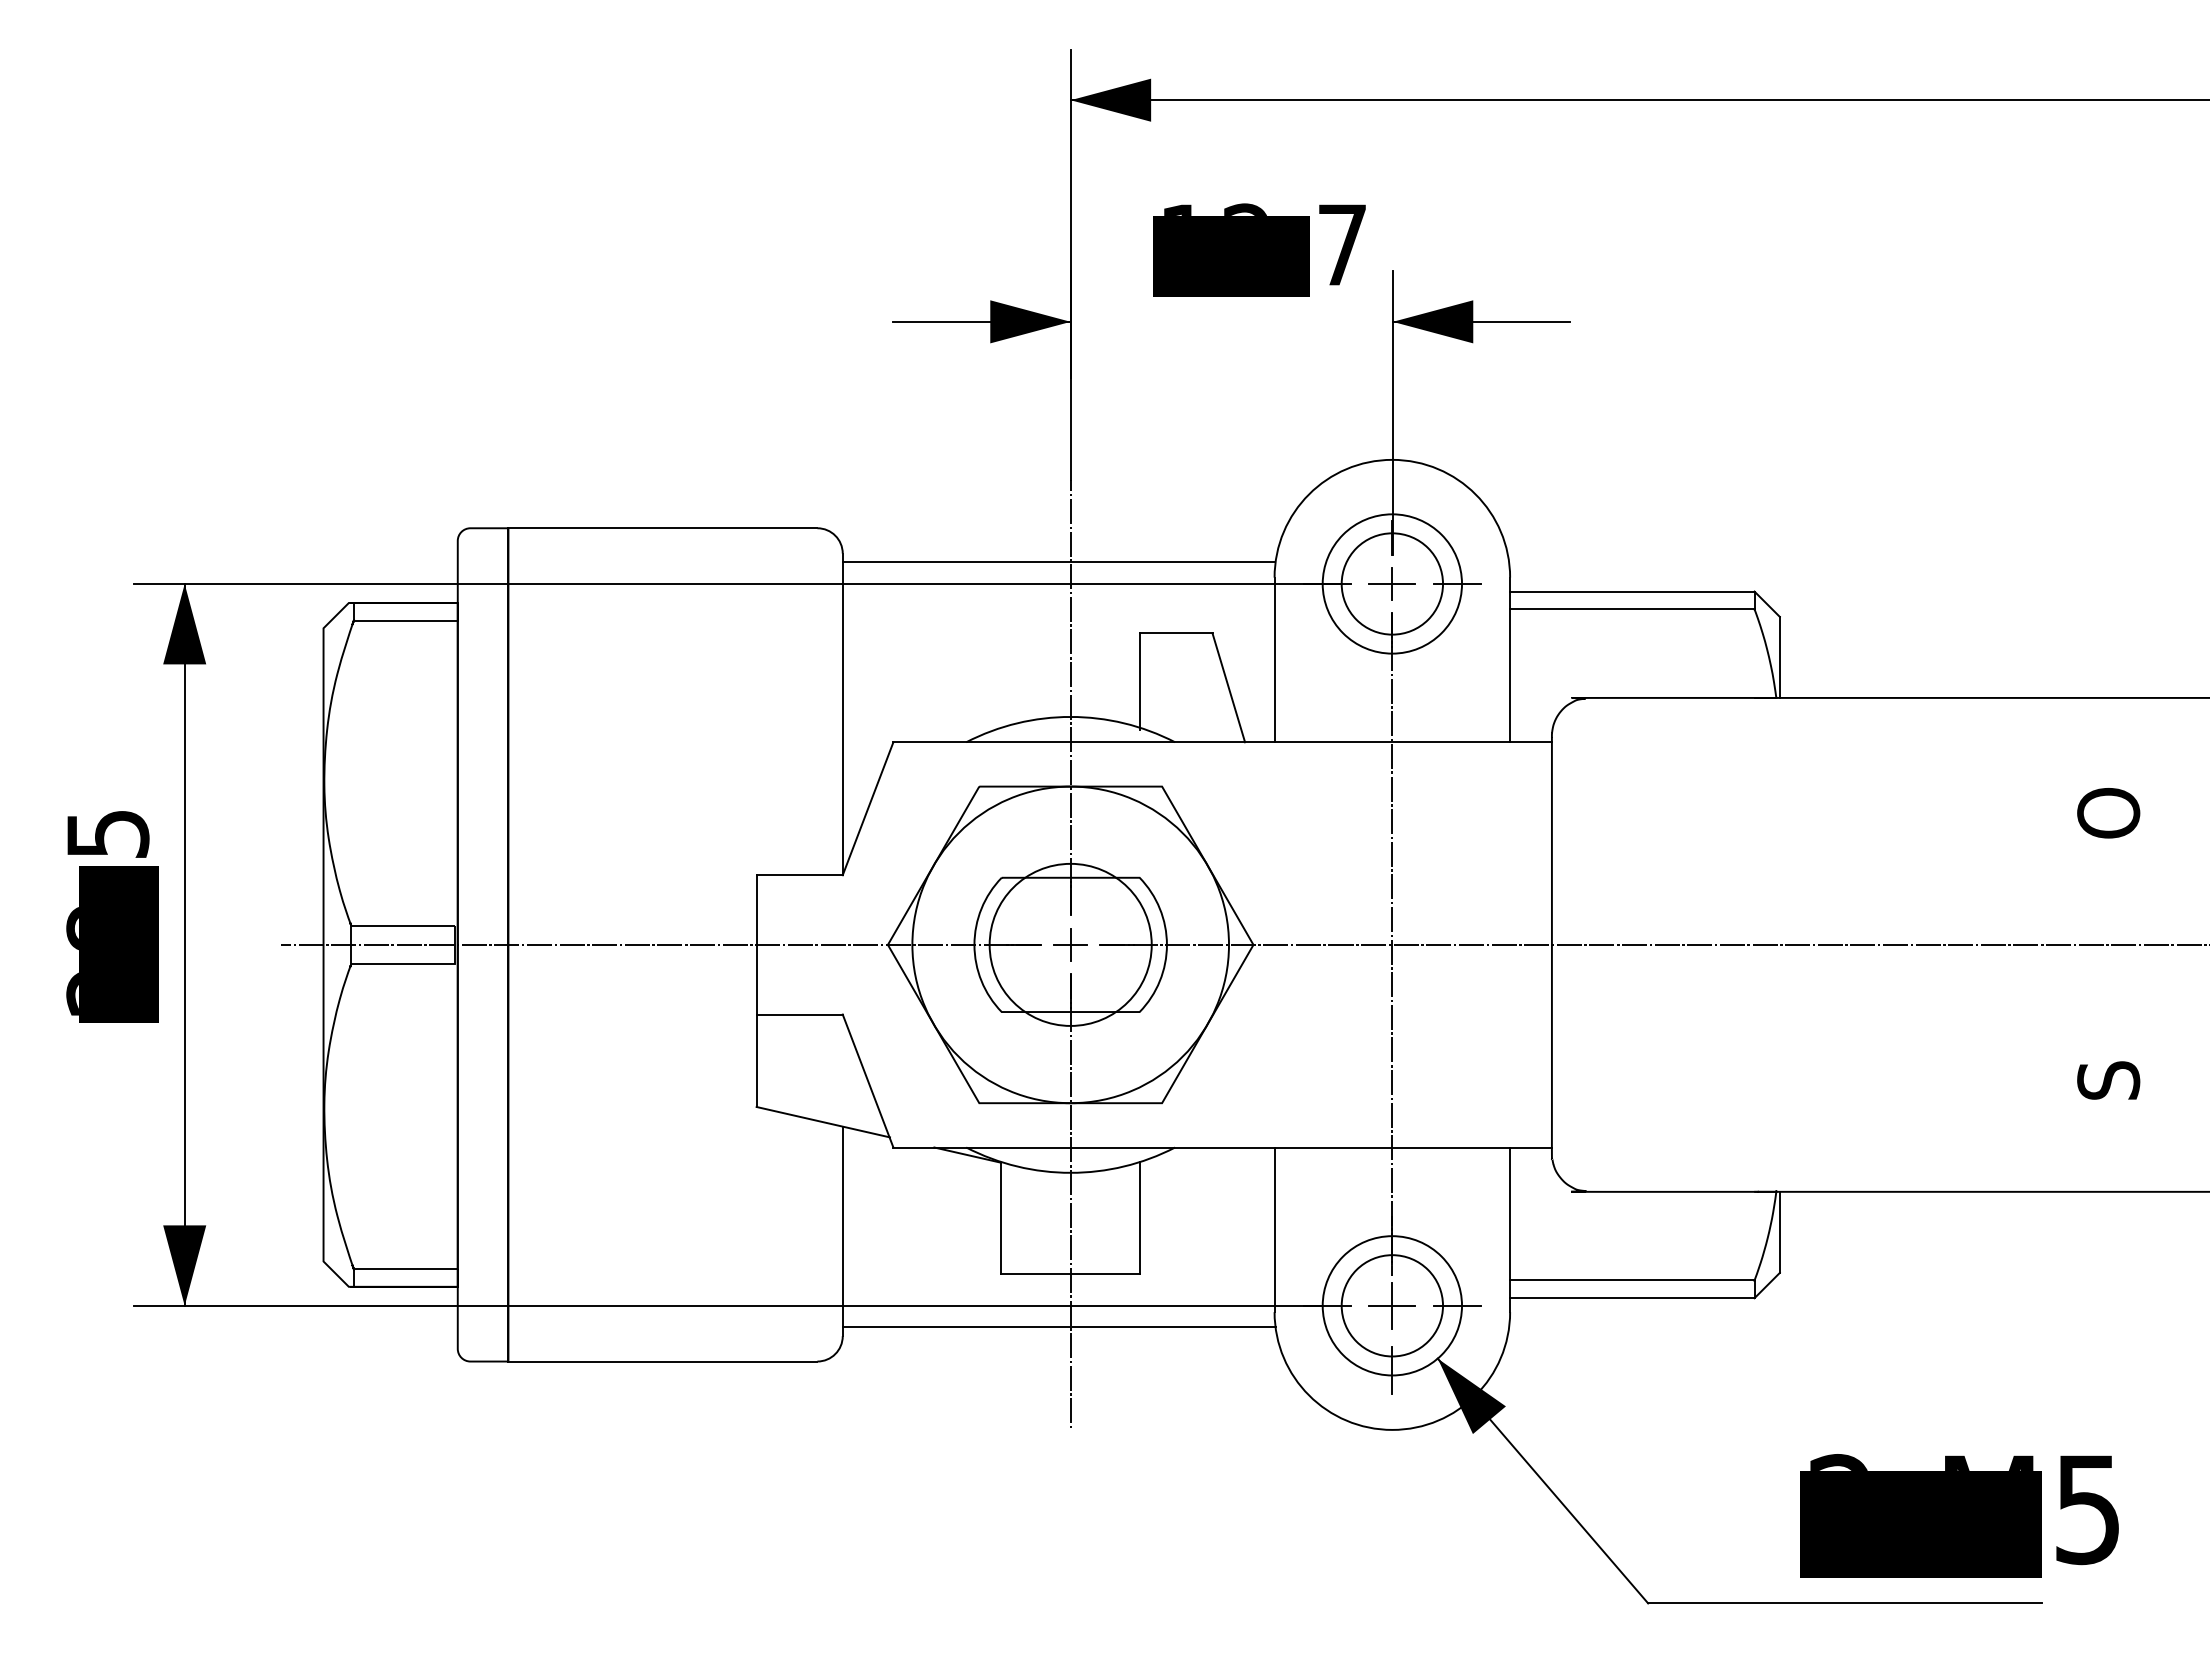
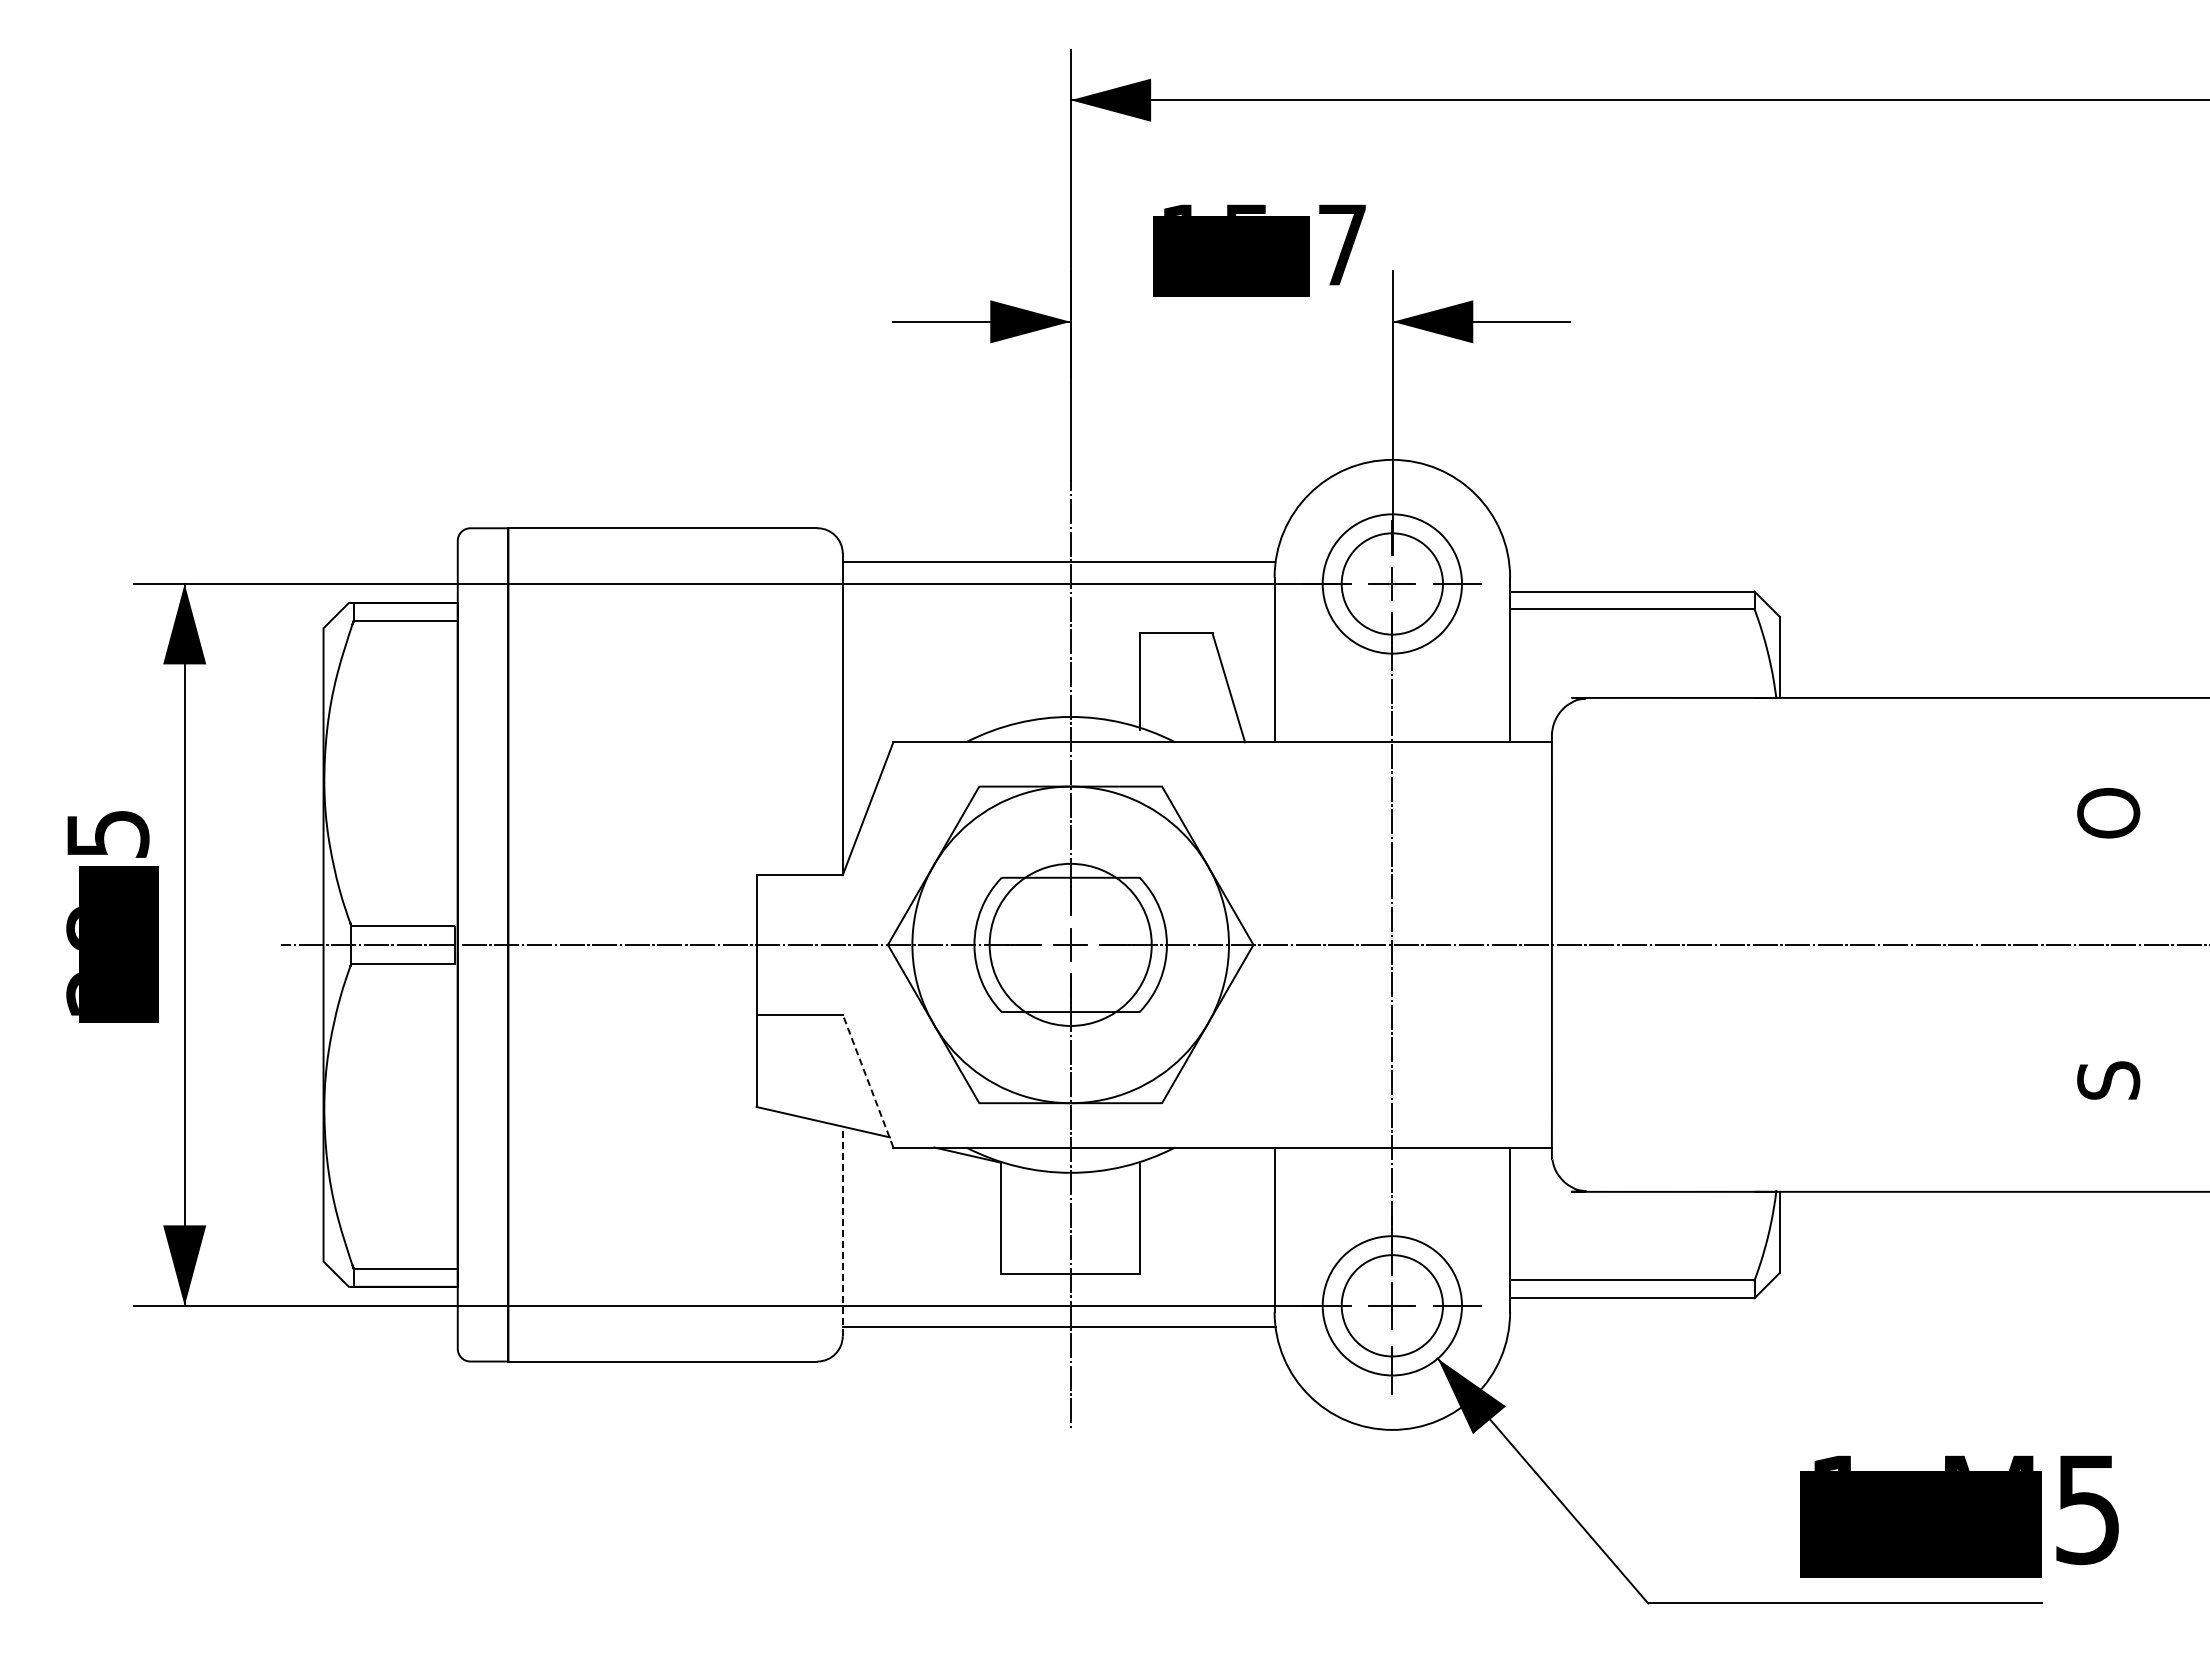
text at (1245, 209): 12.7 -> 15.7
line at (867, 1080): solid -> dashed
line at (842, 1231): solid -> dashed
text at (1838, 1462): 2-M5 -> 1-M5
